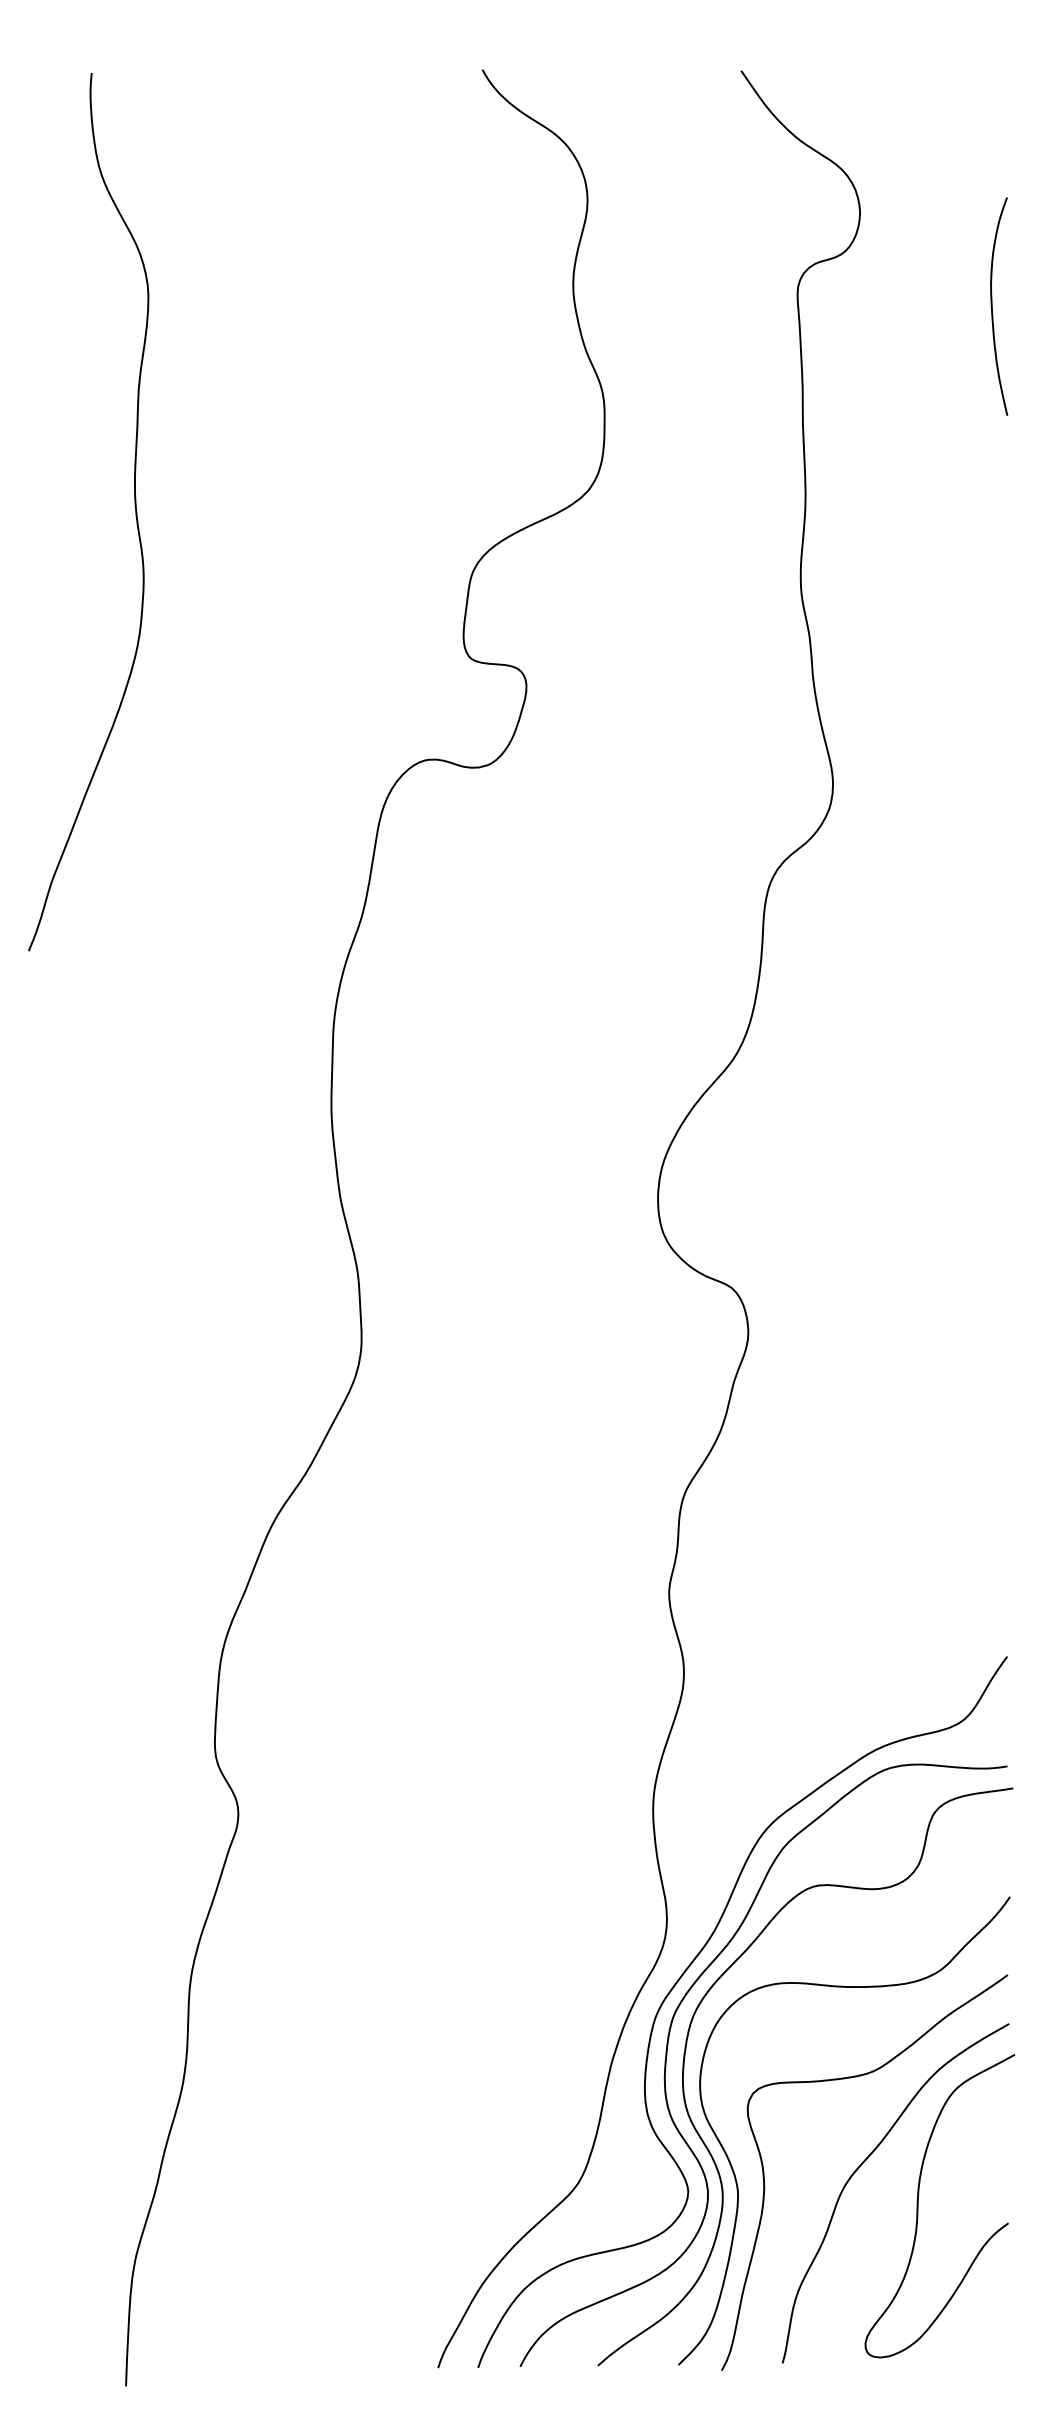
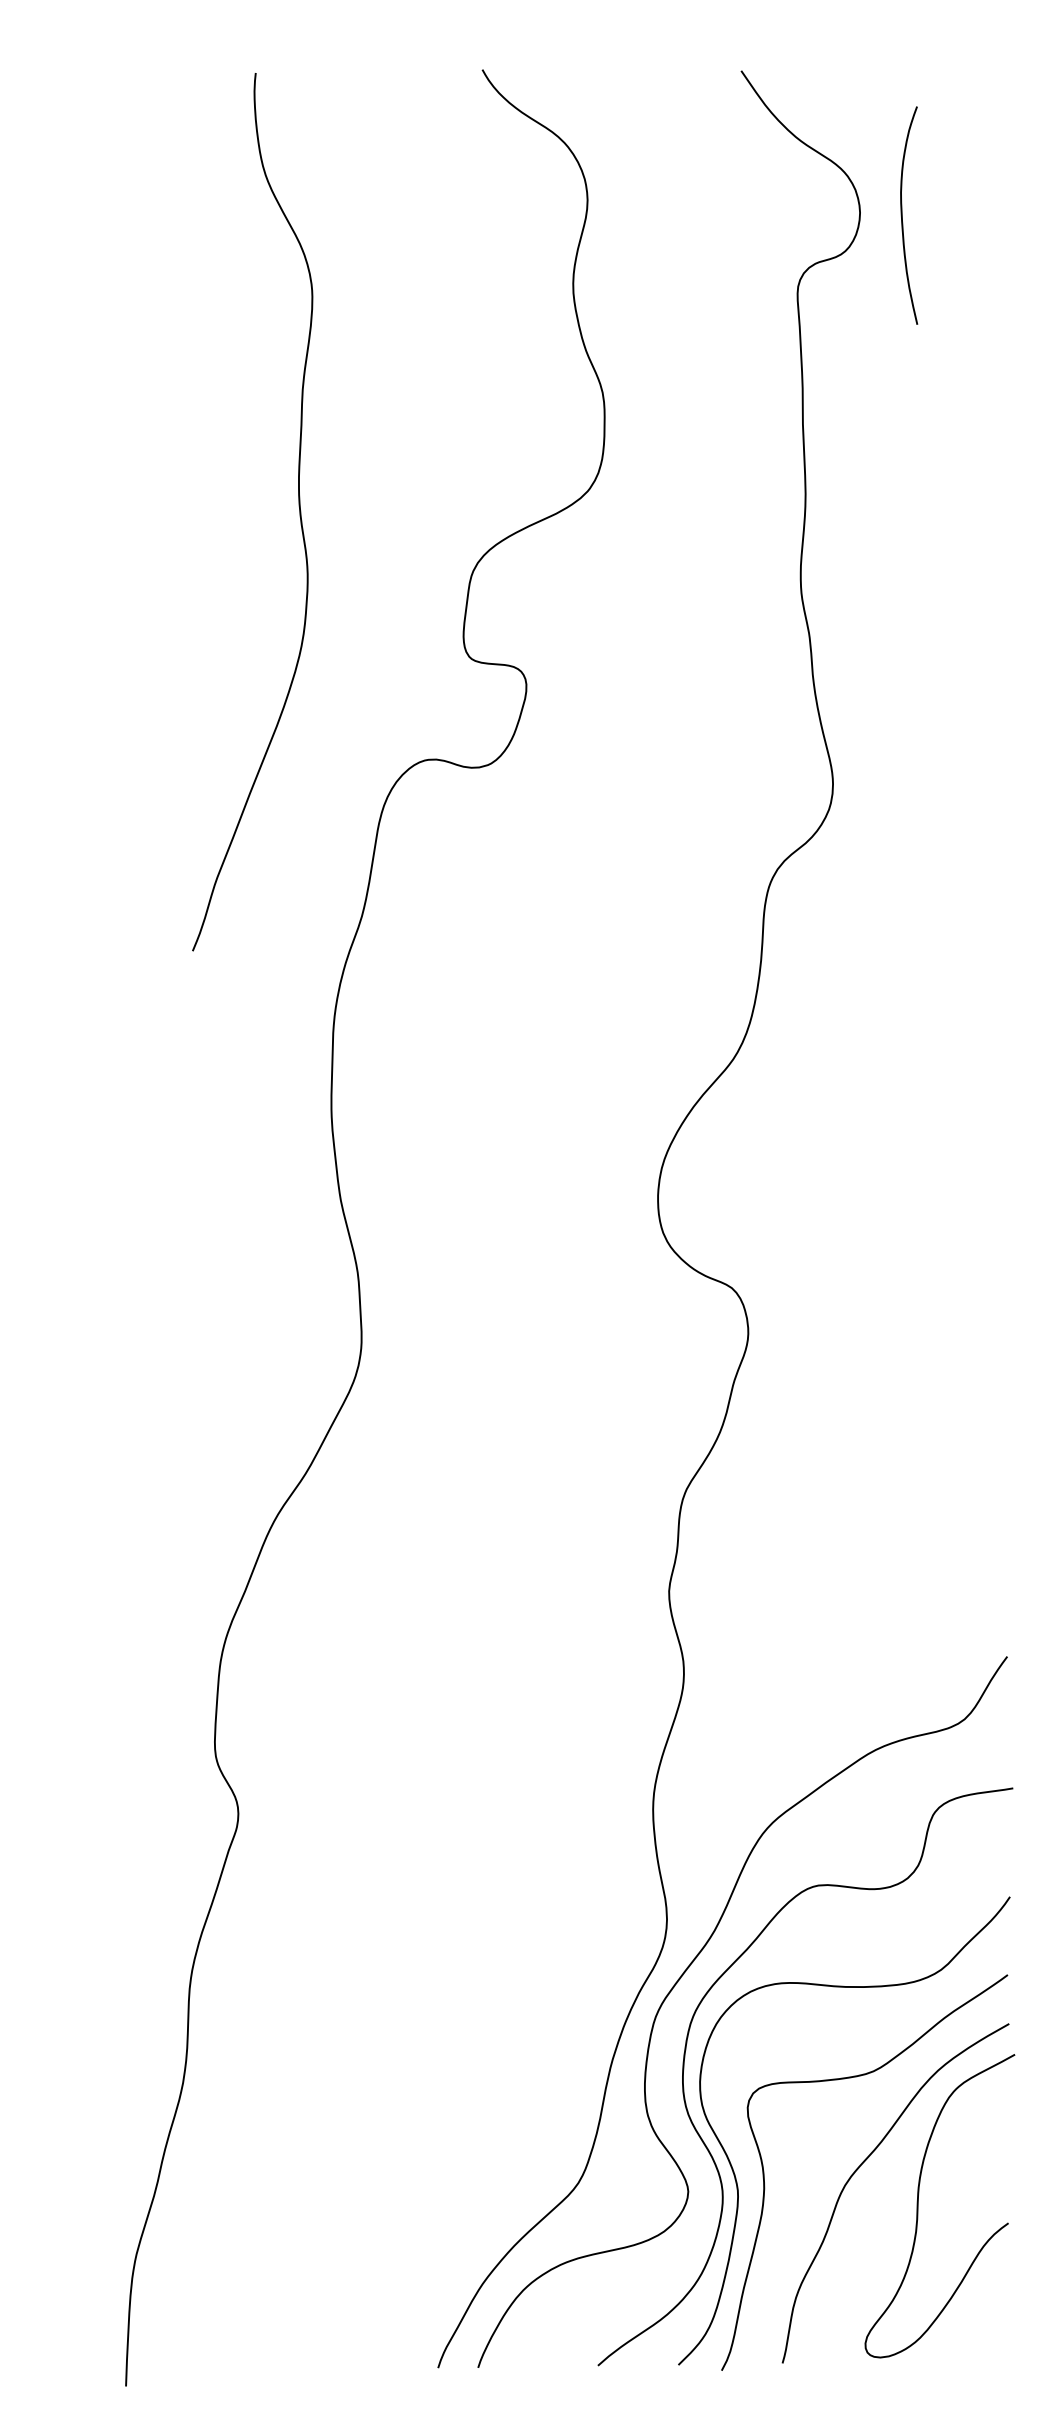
curve at (992, 306) position: (992, 306) -> (902, 215)
curve at (134, 506) position: (134, 506) -> (298, 506)
curve at (667, 2056): present -> none
